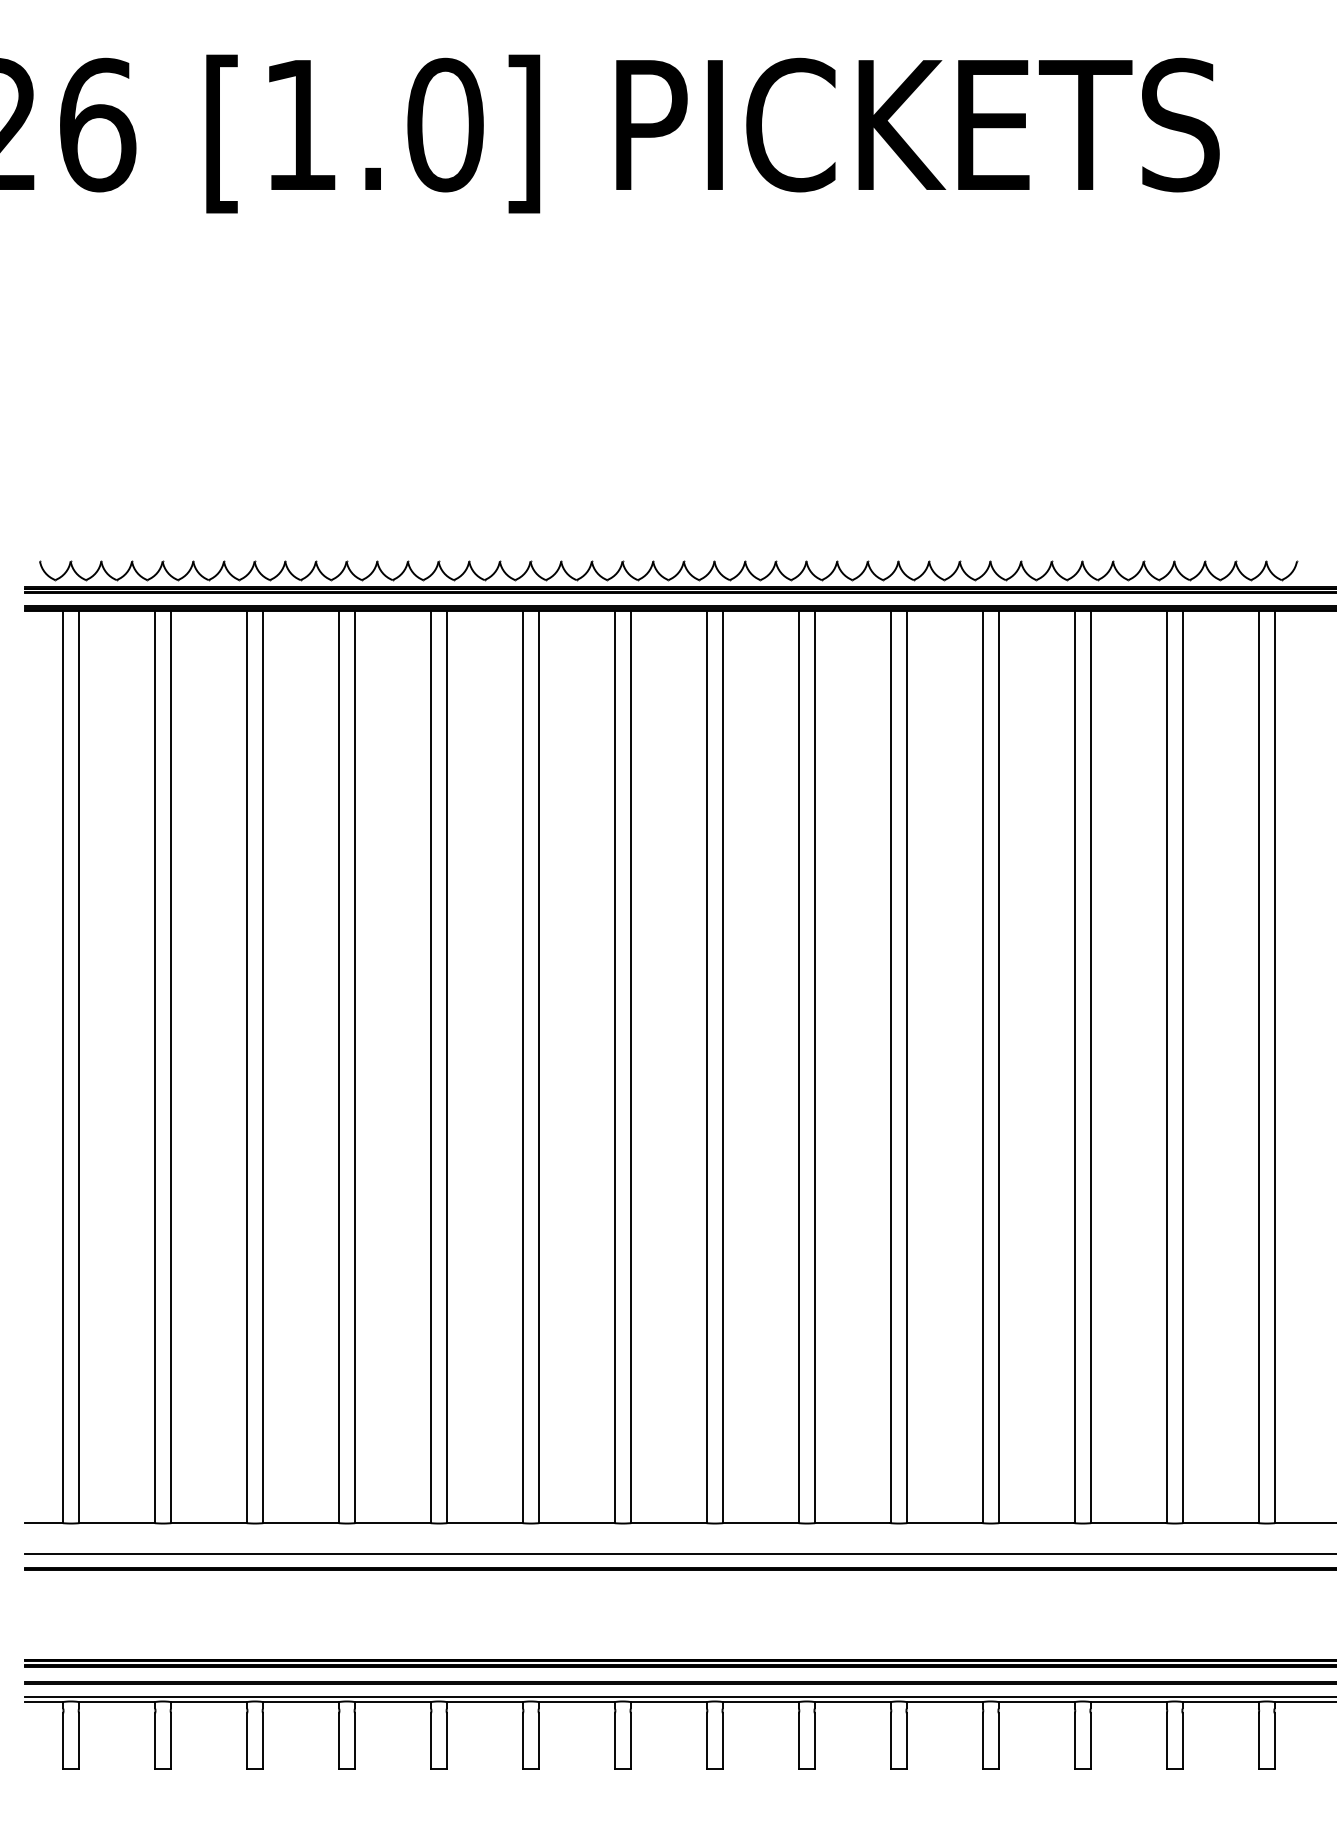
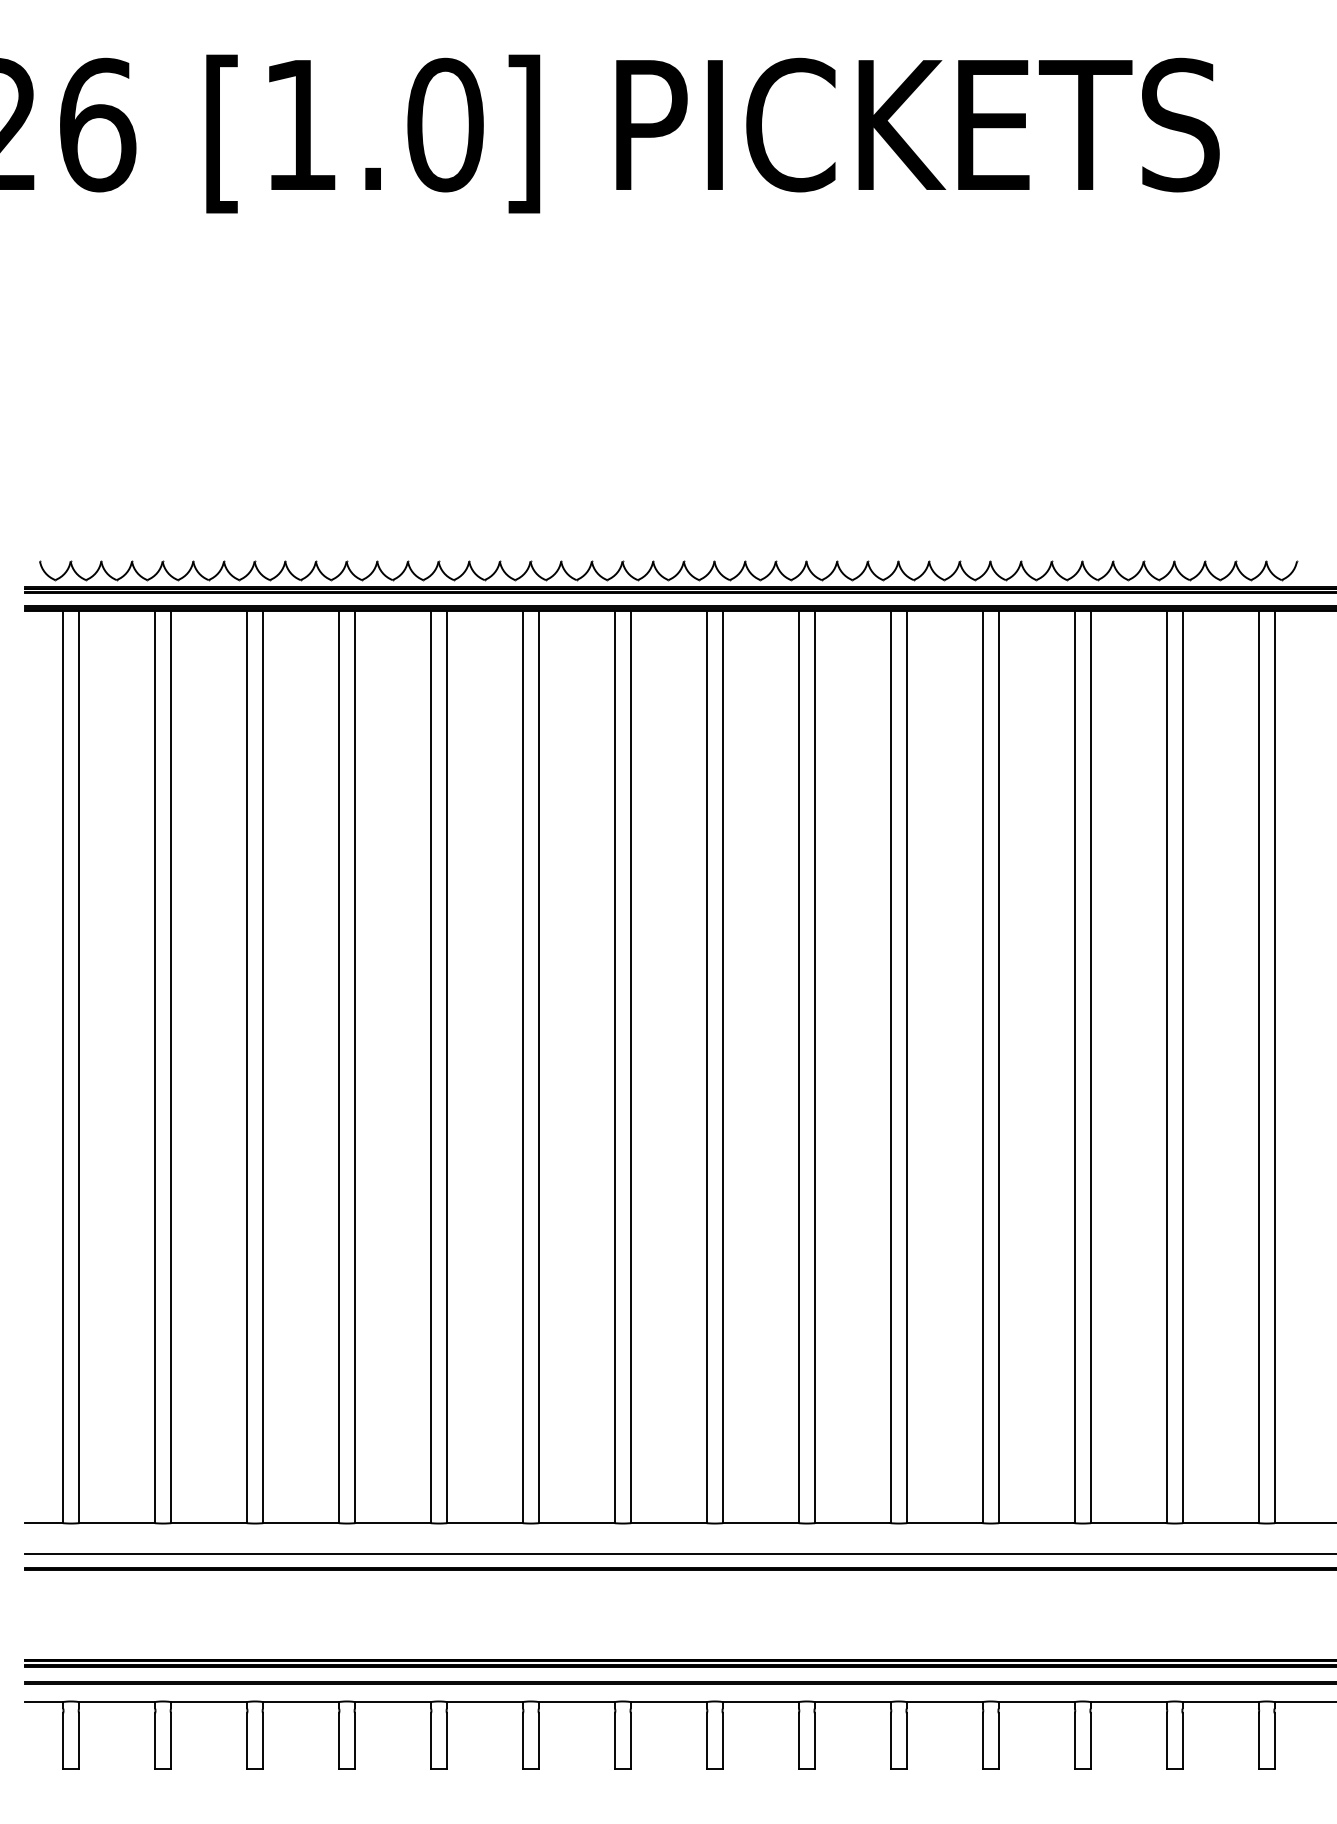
line at (679, 1696): present -> none
